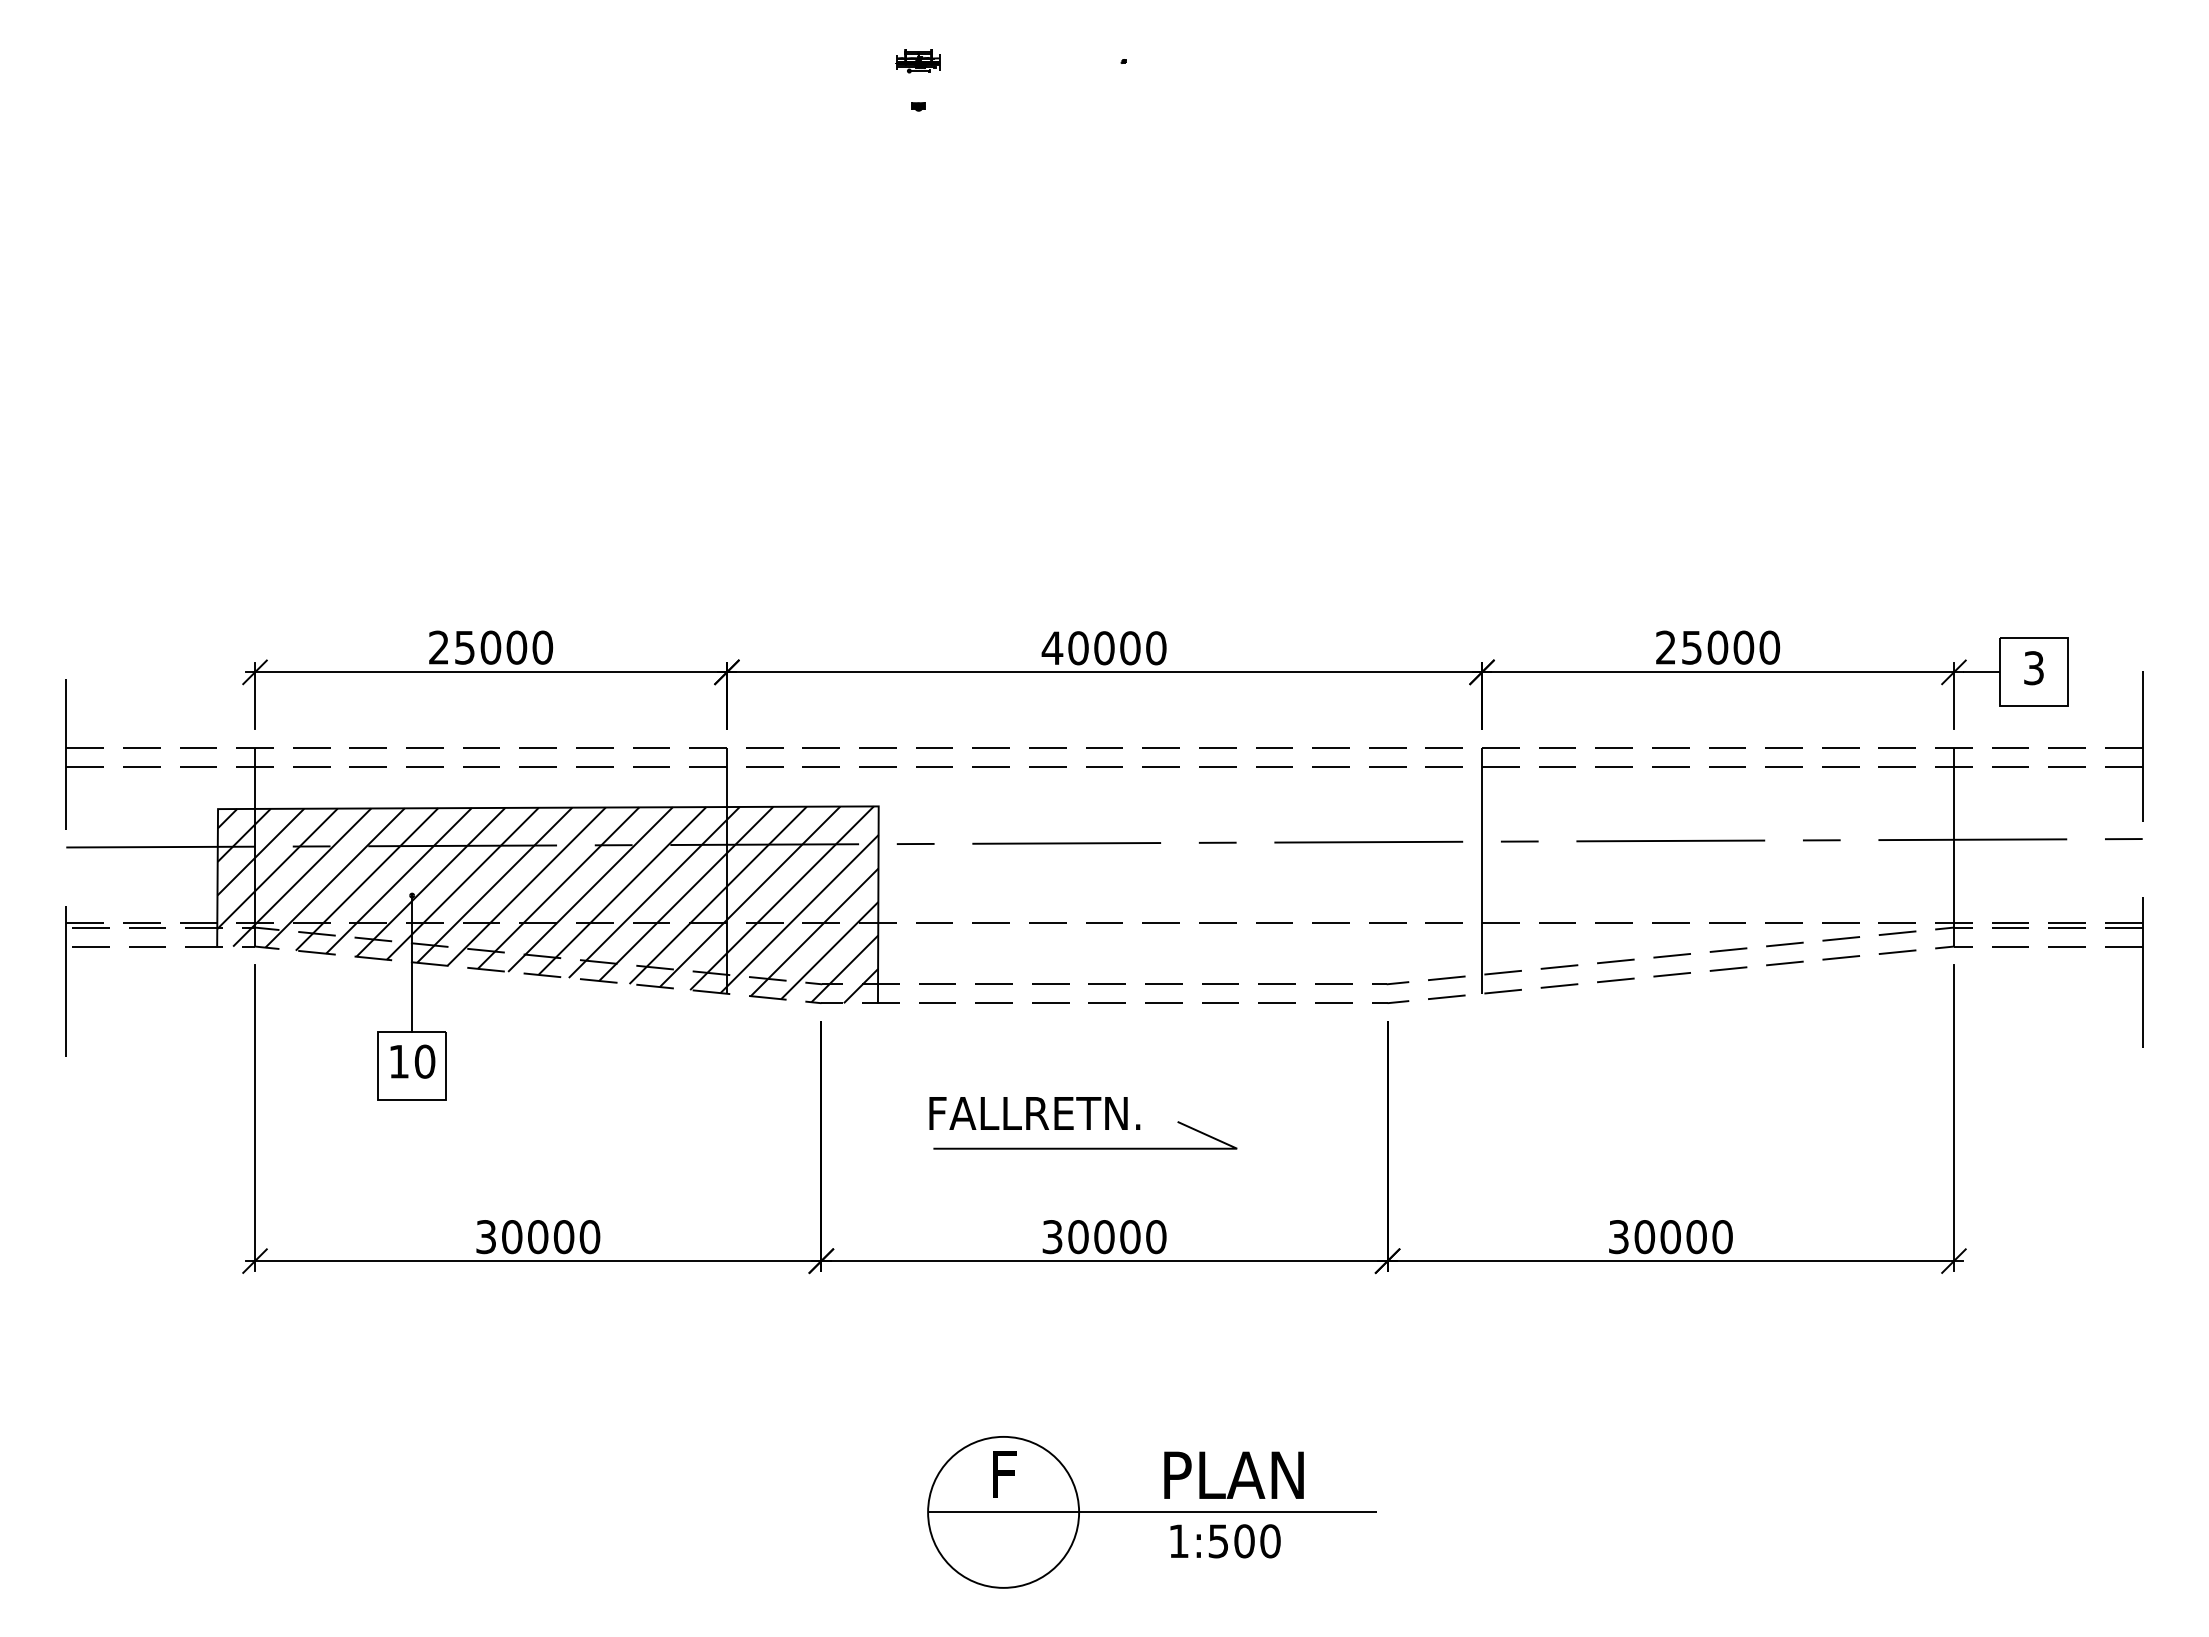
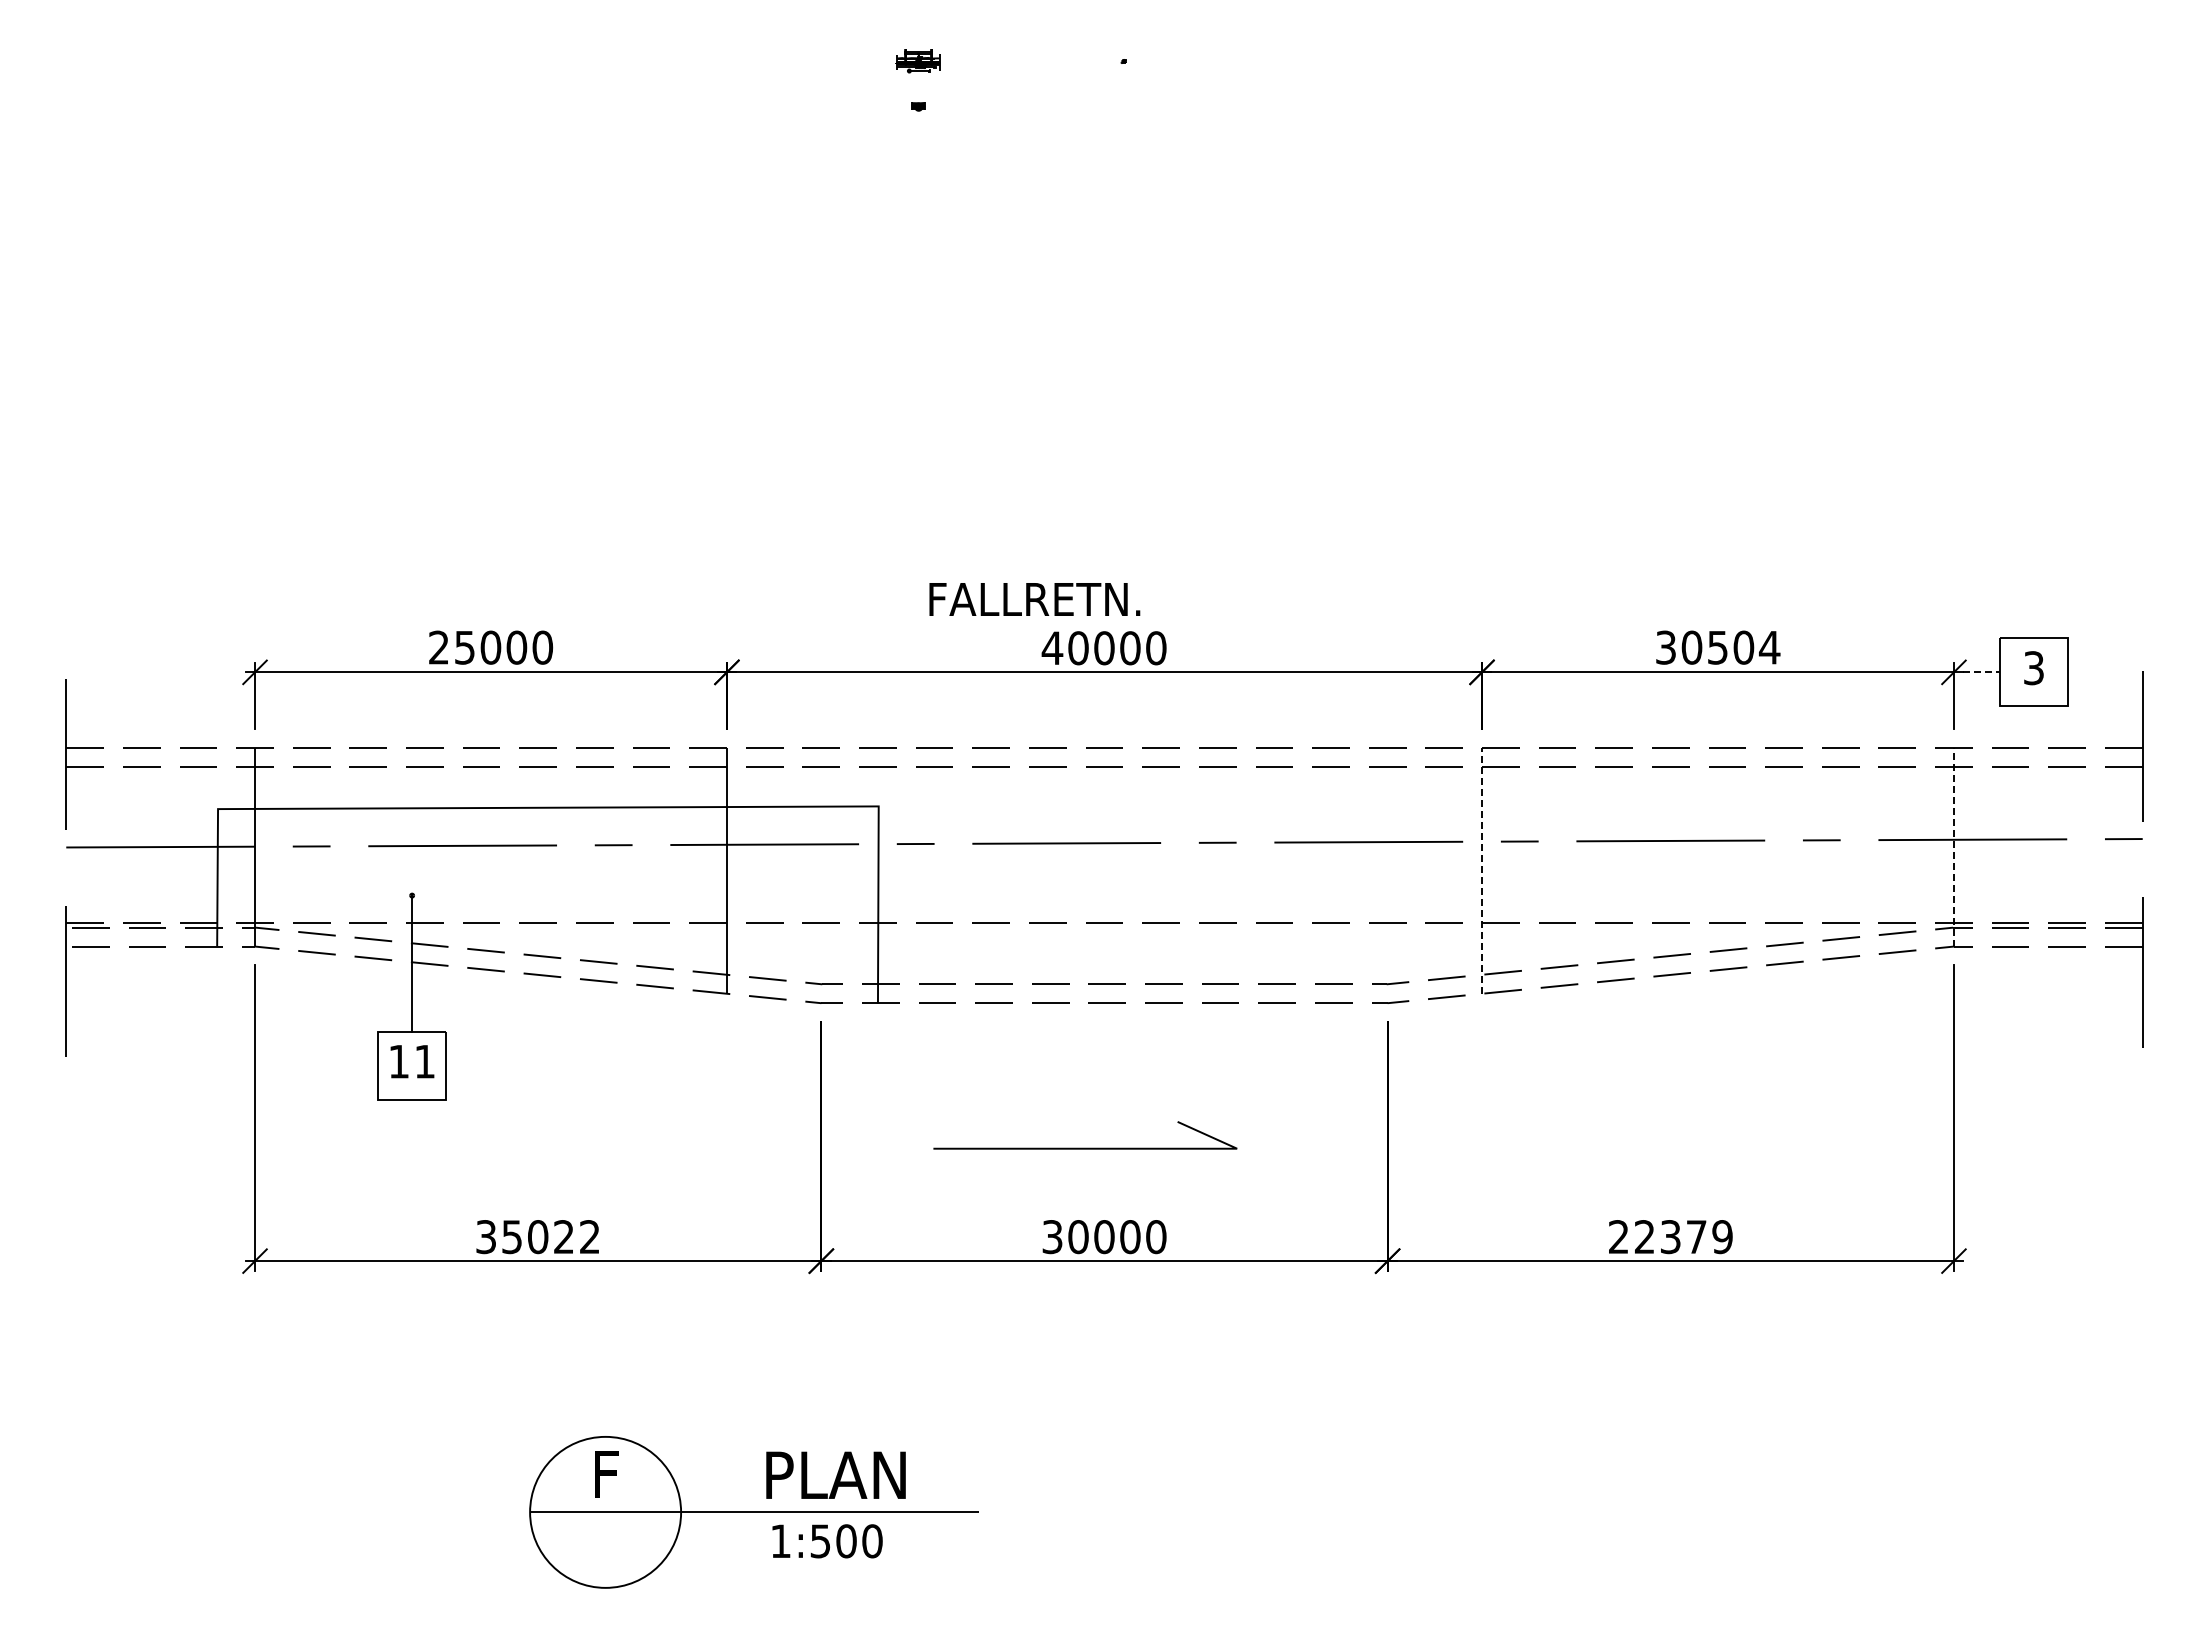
text at (1718, 647): 25000 -> 30504
line at (1982, 672): solid -> dashed
line at (1953, 846): solid -> dashed
line at (1482, 871): solid -> dashed
hatch at (547, 904): present -> none
text at (424, 1061): 10 -> 11
text at (1034, 1113) position: (1034, 1113) -> (1034, 599)
text at (551, 1237): 30000 -> 35022
text at (1670, 1237): 30000 -> 22379
part at (1151, 1512) position: (1151, 1512) -> (753, 1512)
